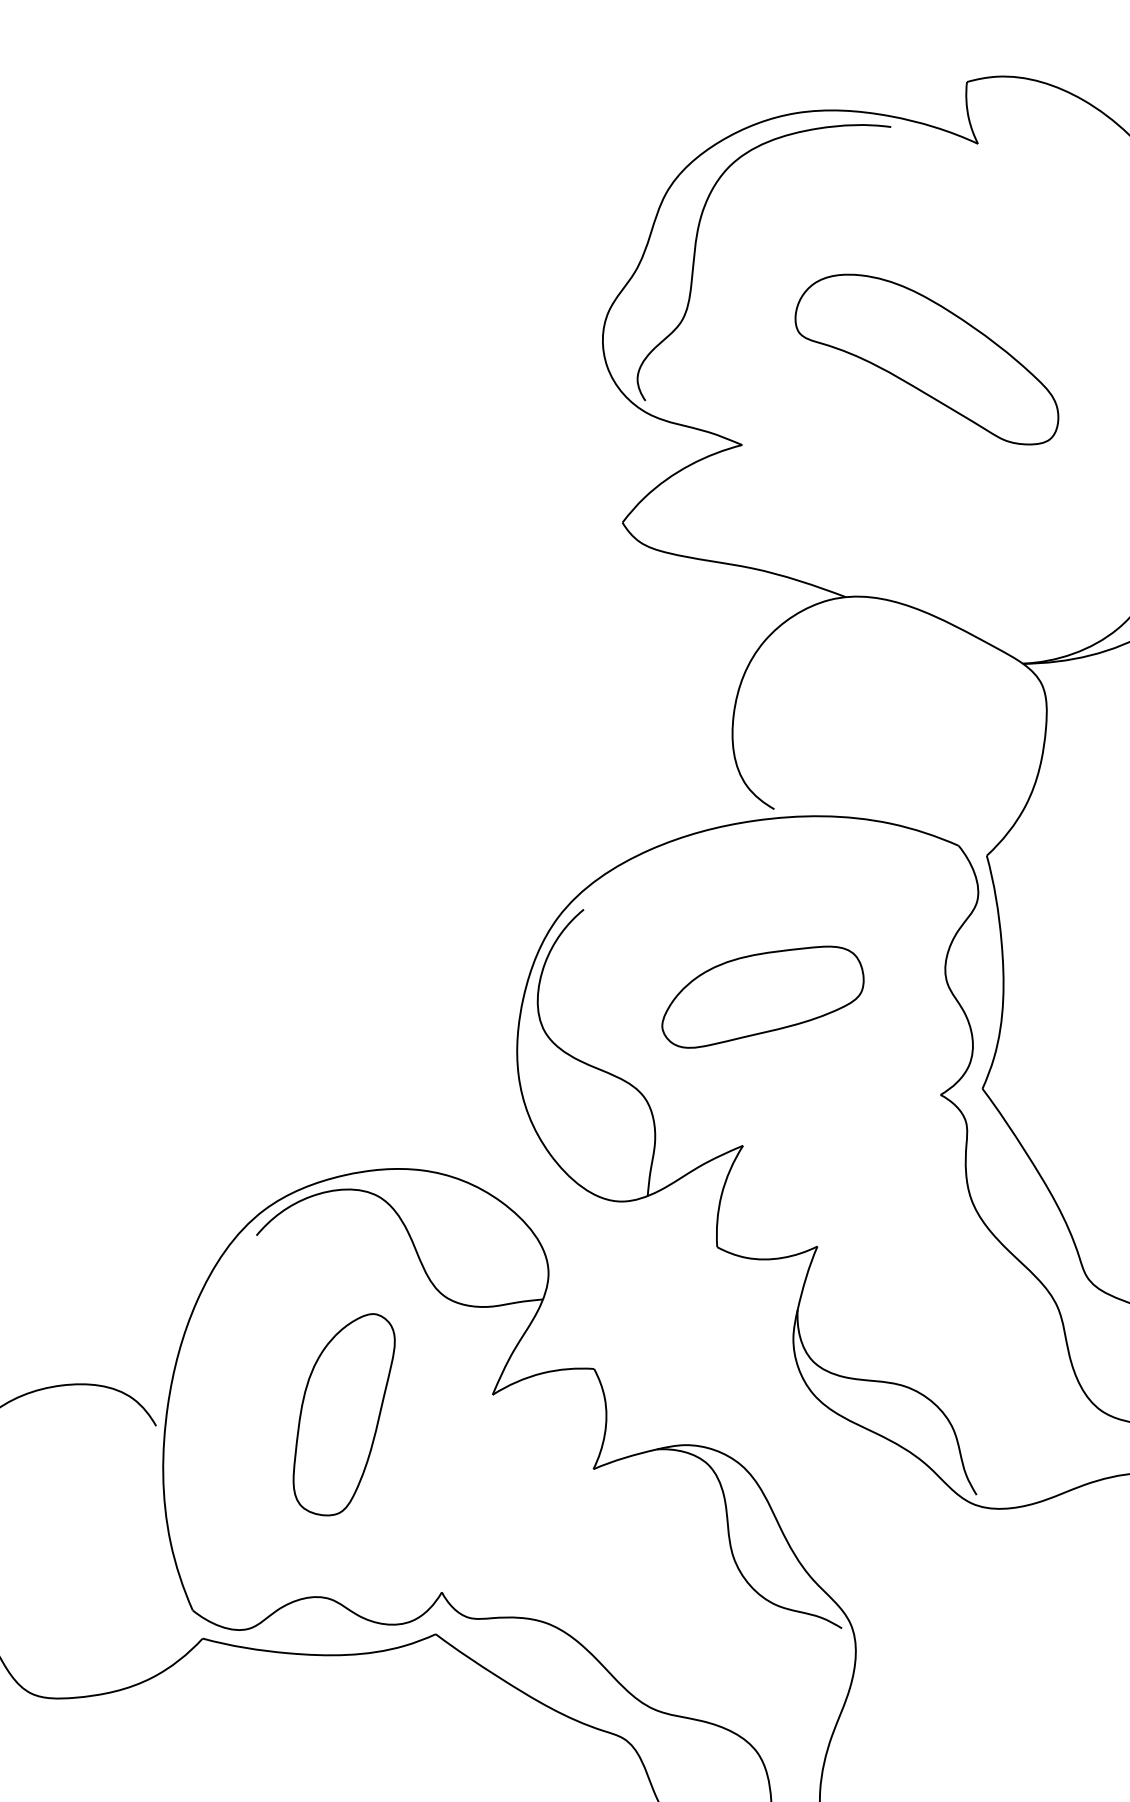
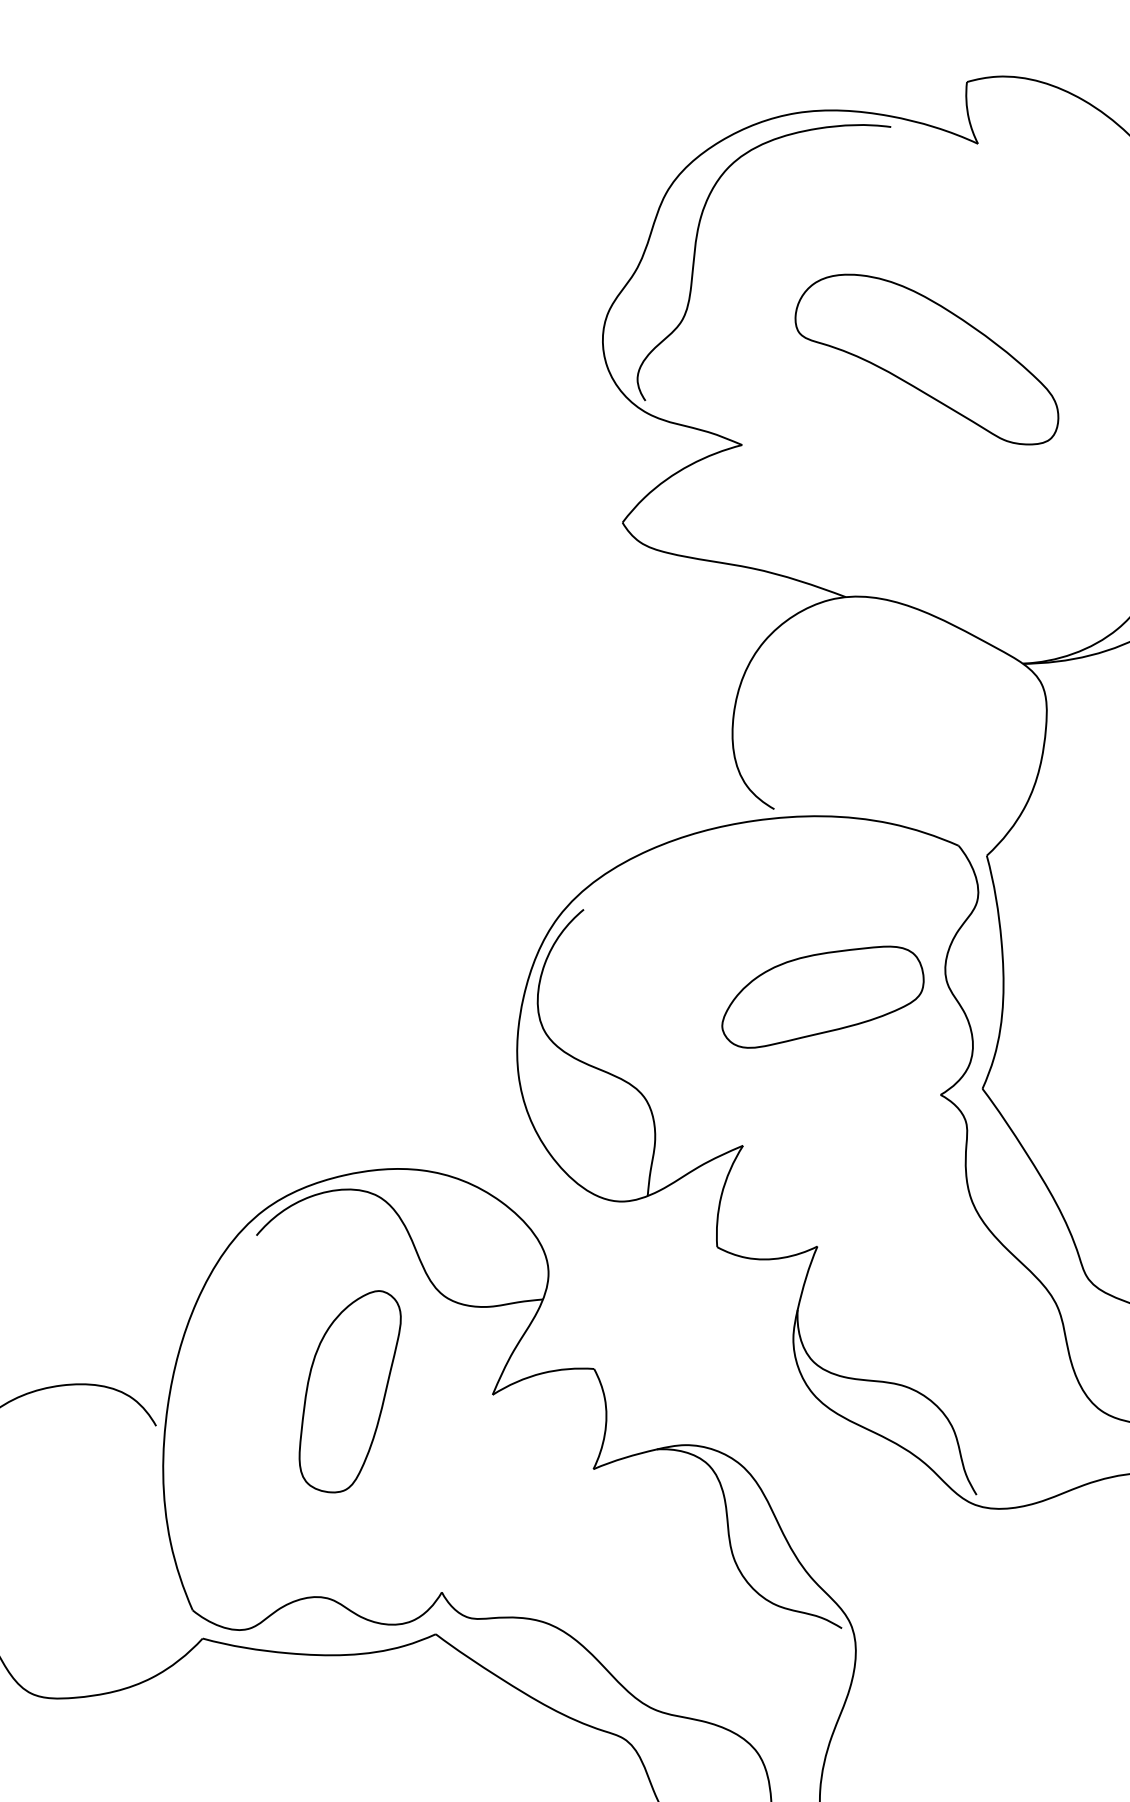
part at (762, 996) position: (762, 996) -> (822, 996)
part at (343, 1414) position: (343, 1414) -> (349, 1391)
